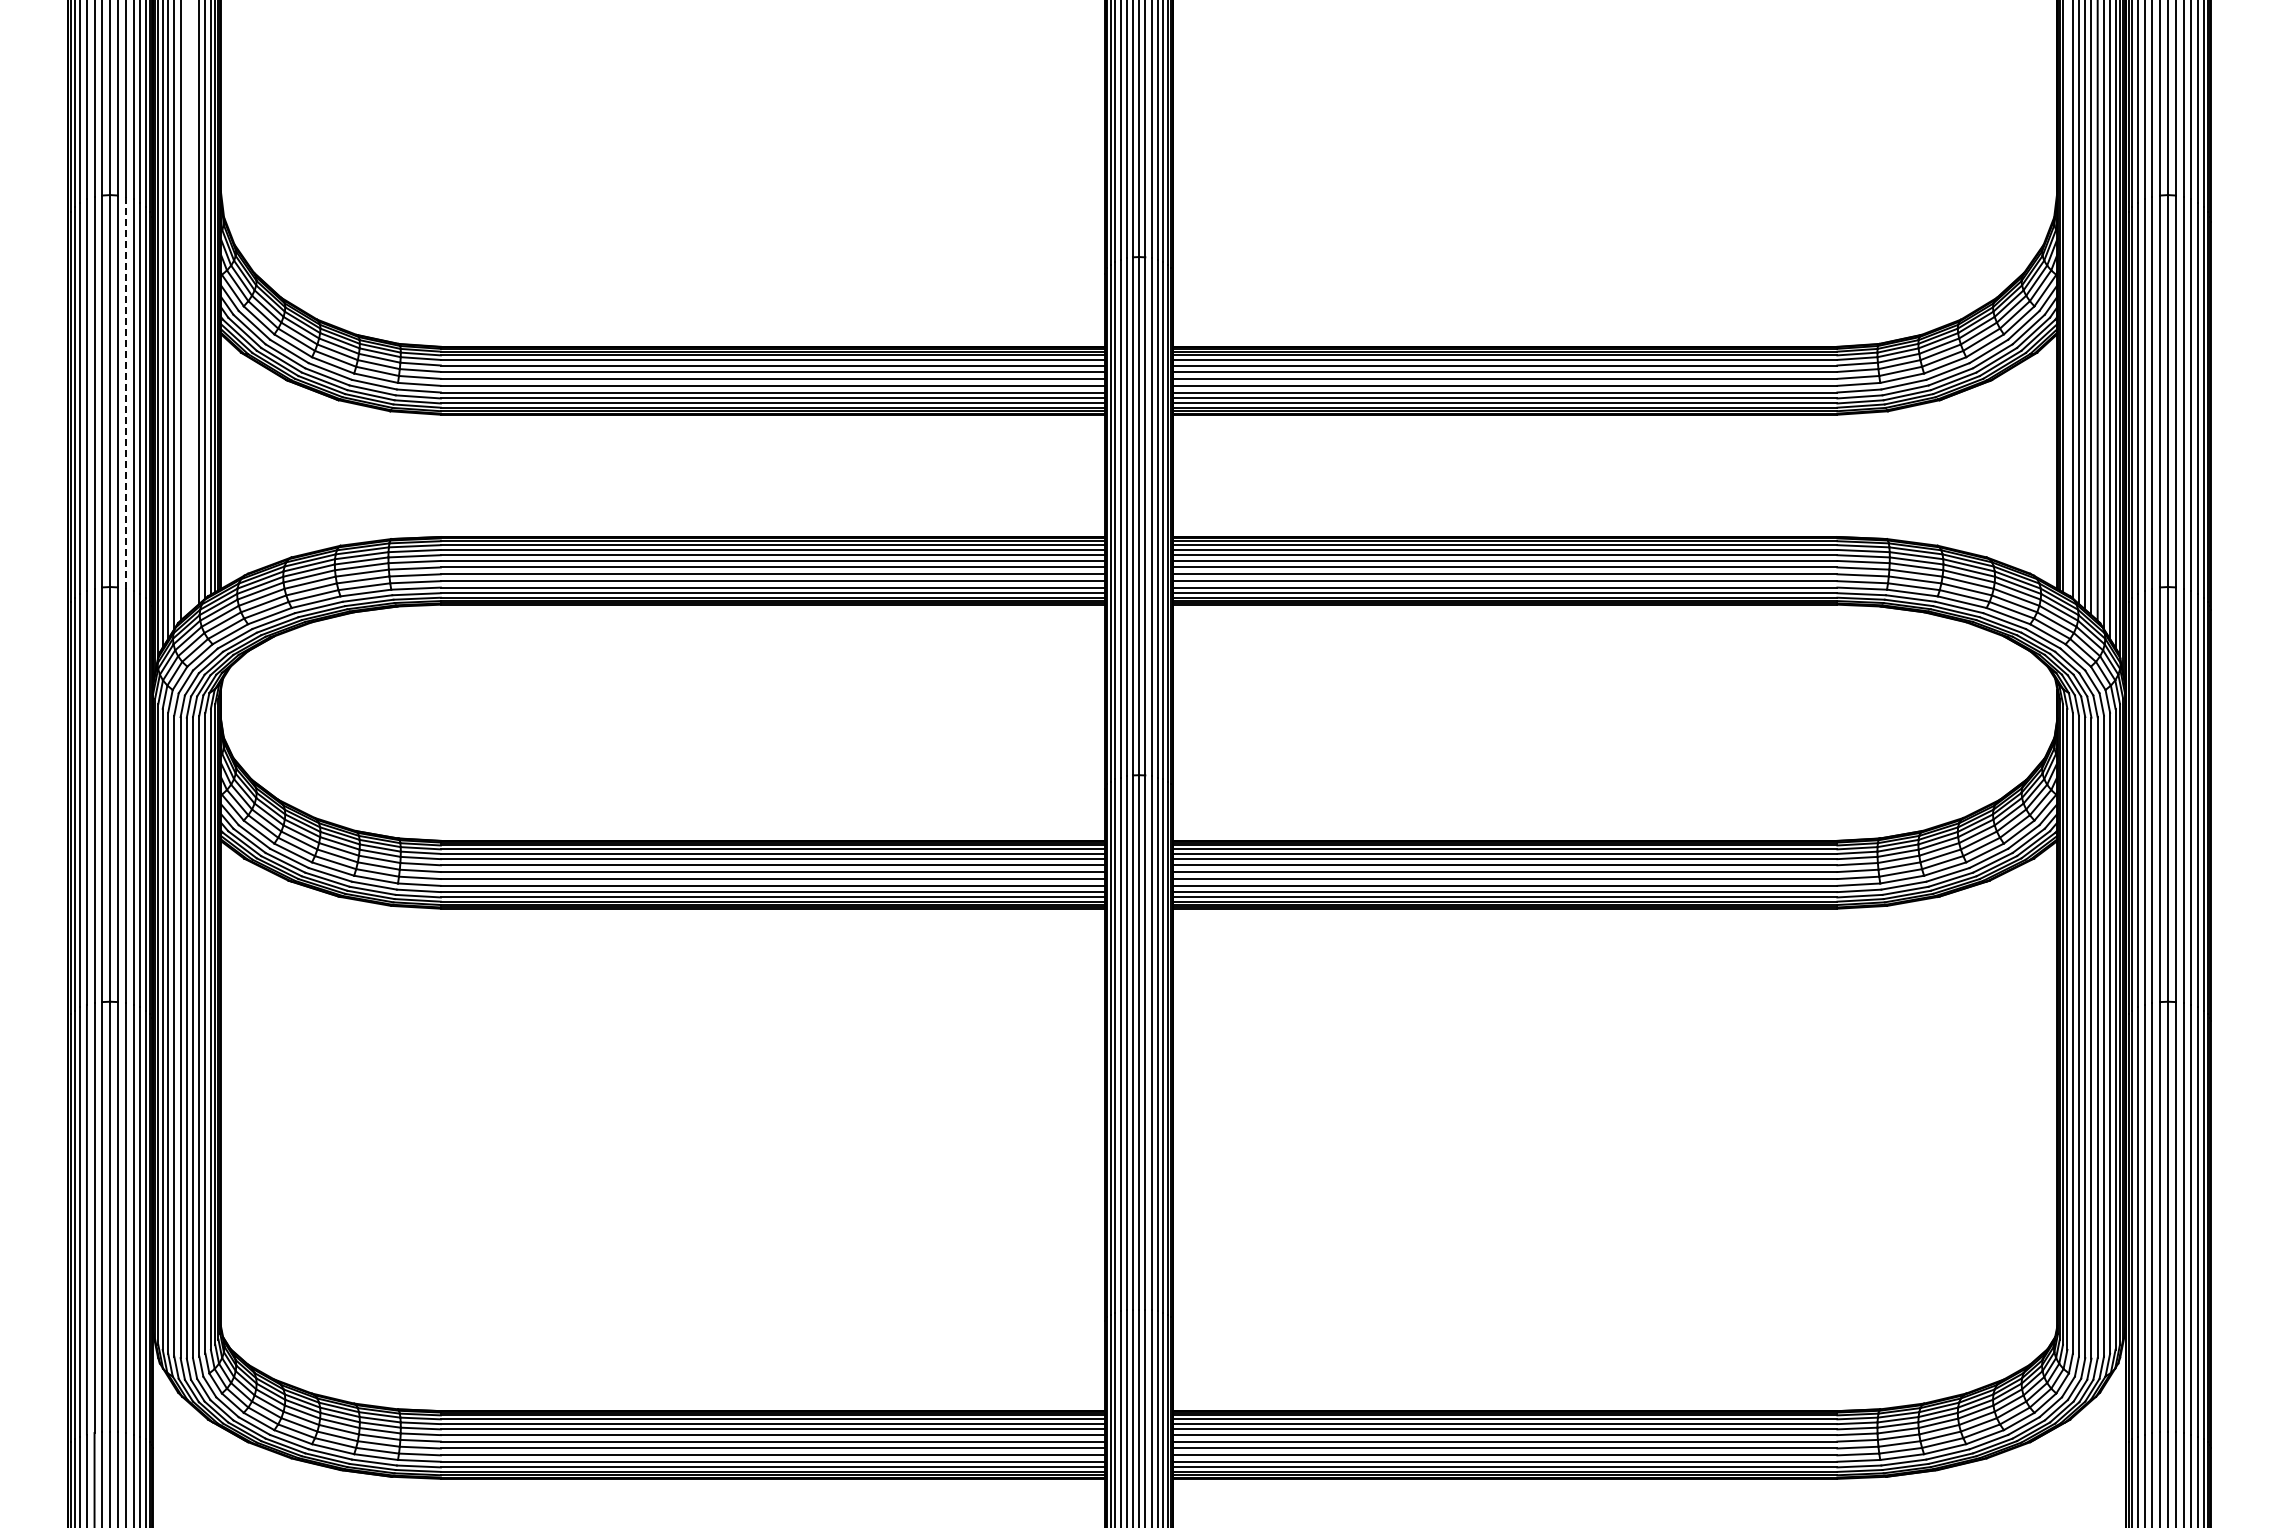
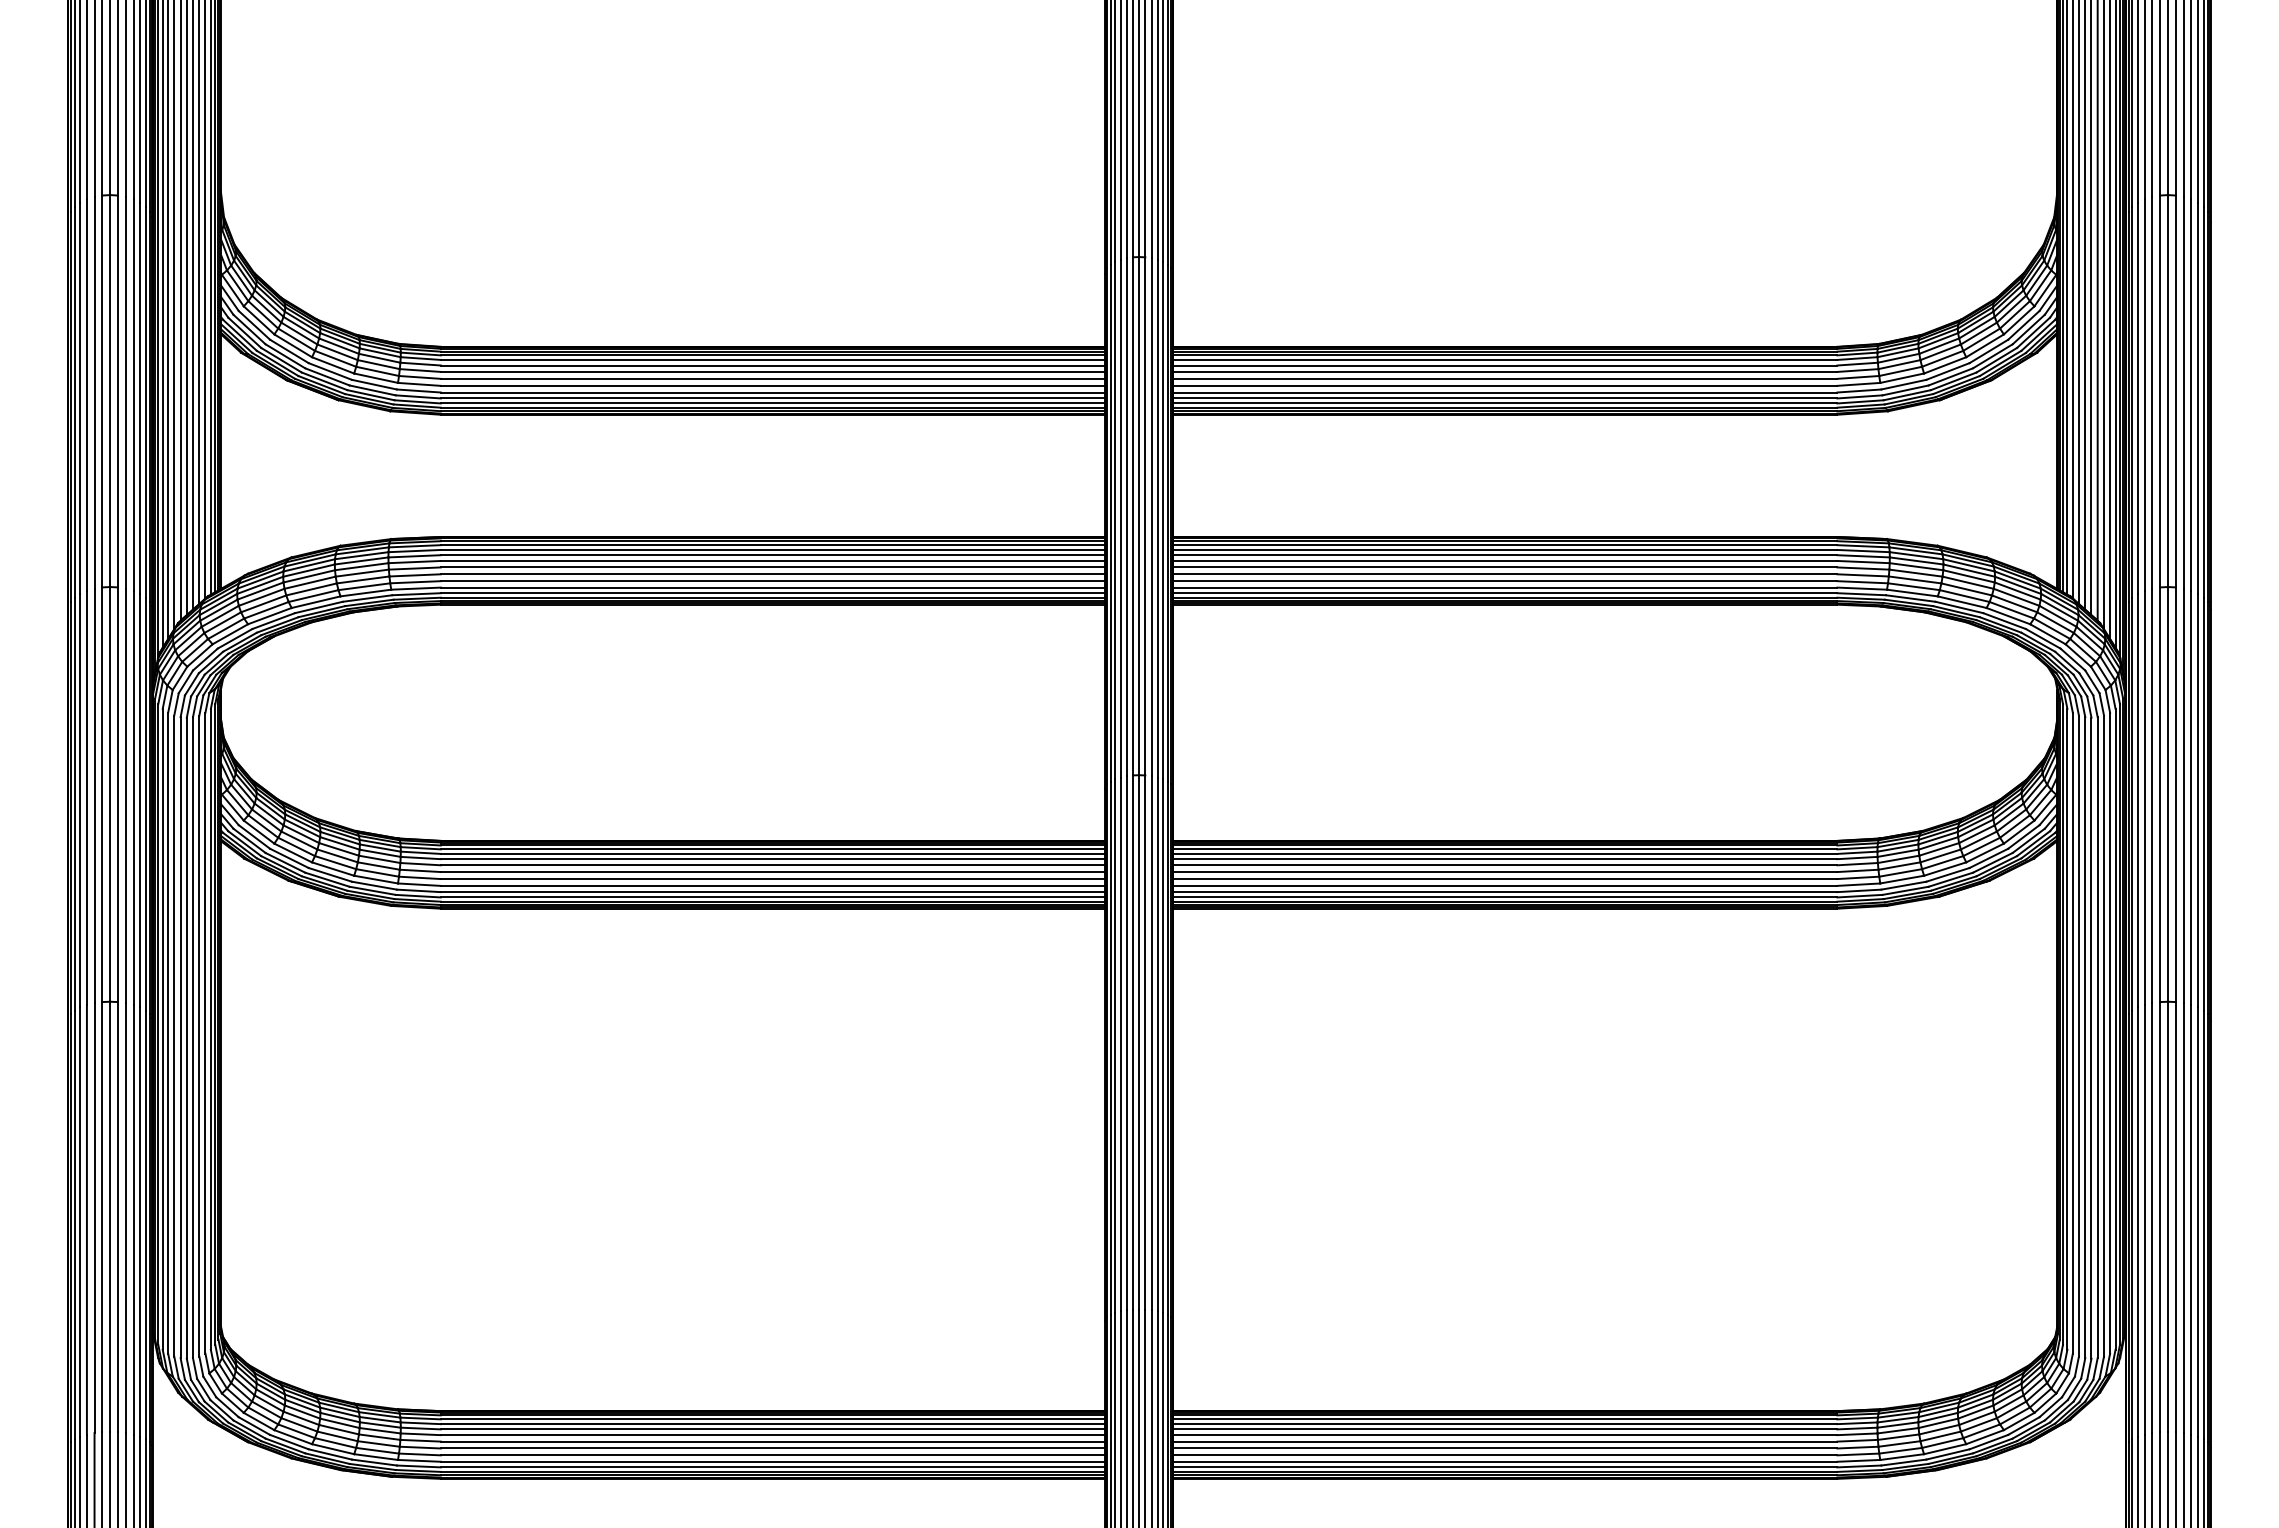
line at (2067, 298): none -> present
line at (193, 305): none -> present
line at (186, 308): none -> present
line at (125, 392): dashed -> solid
